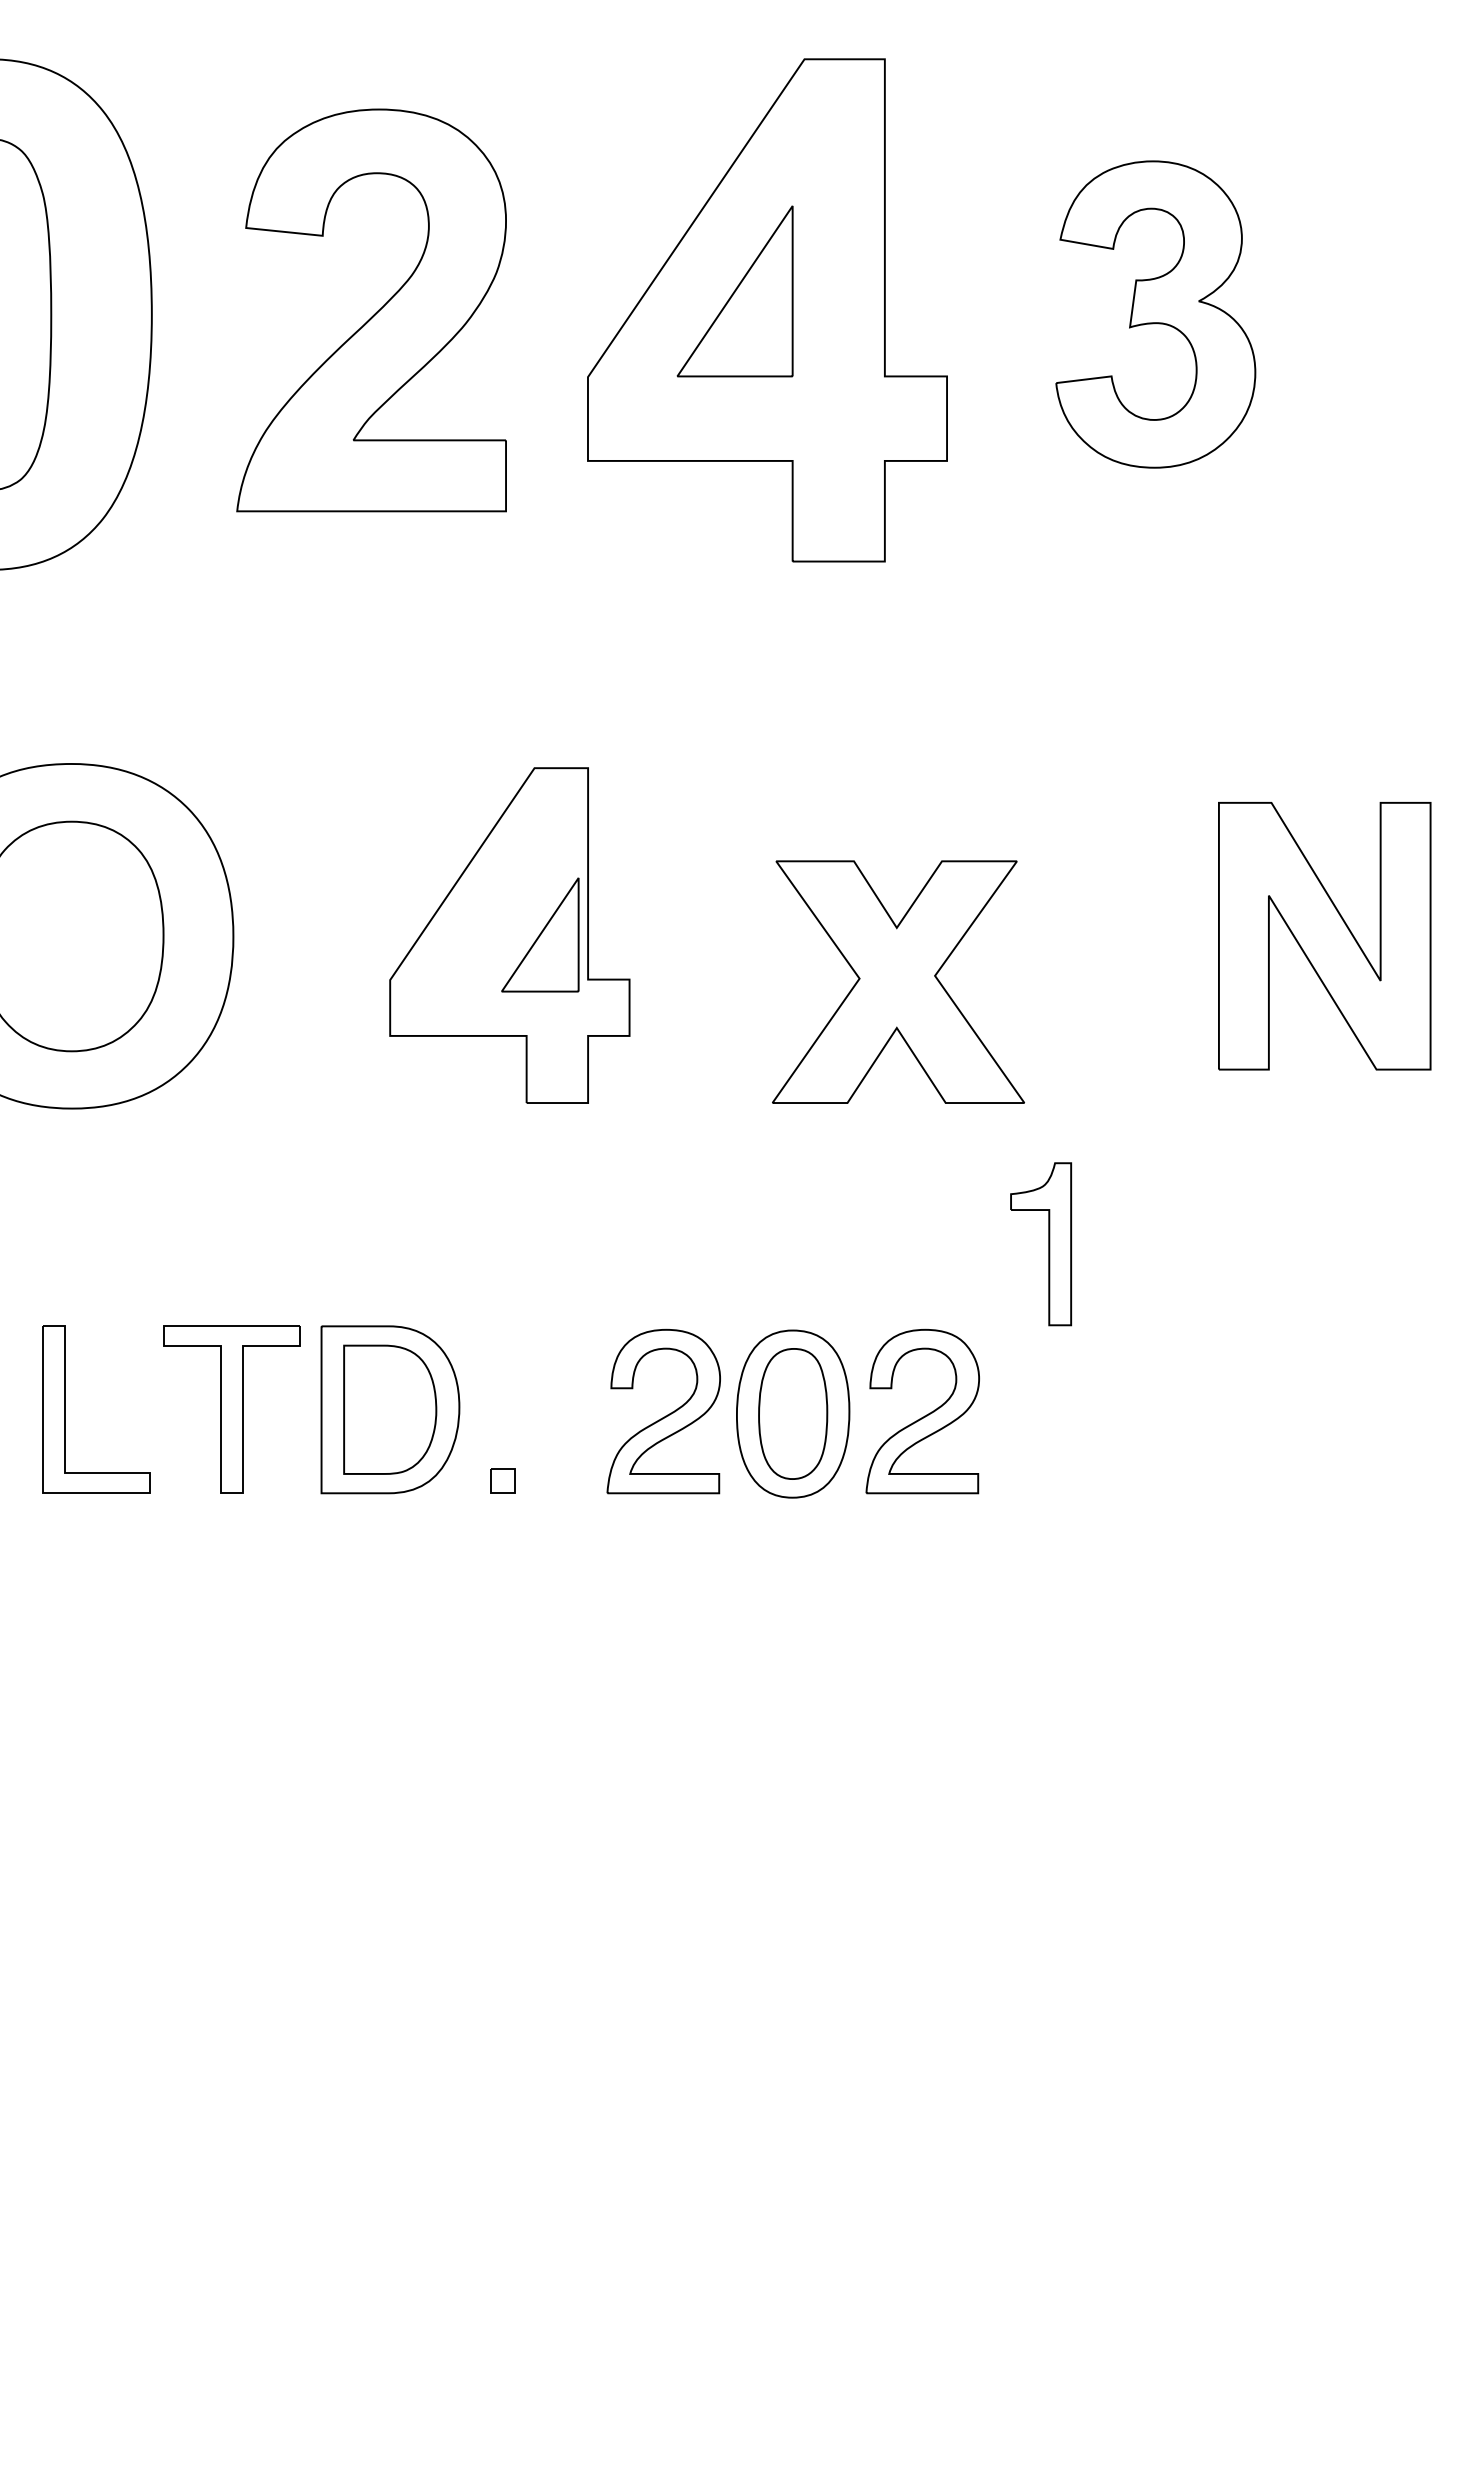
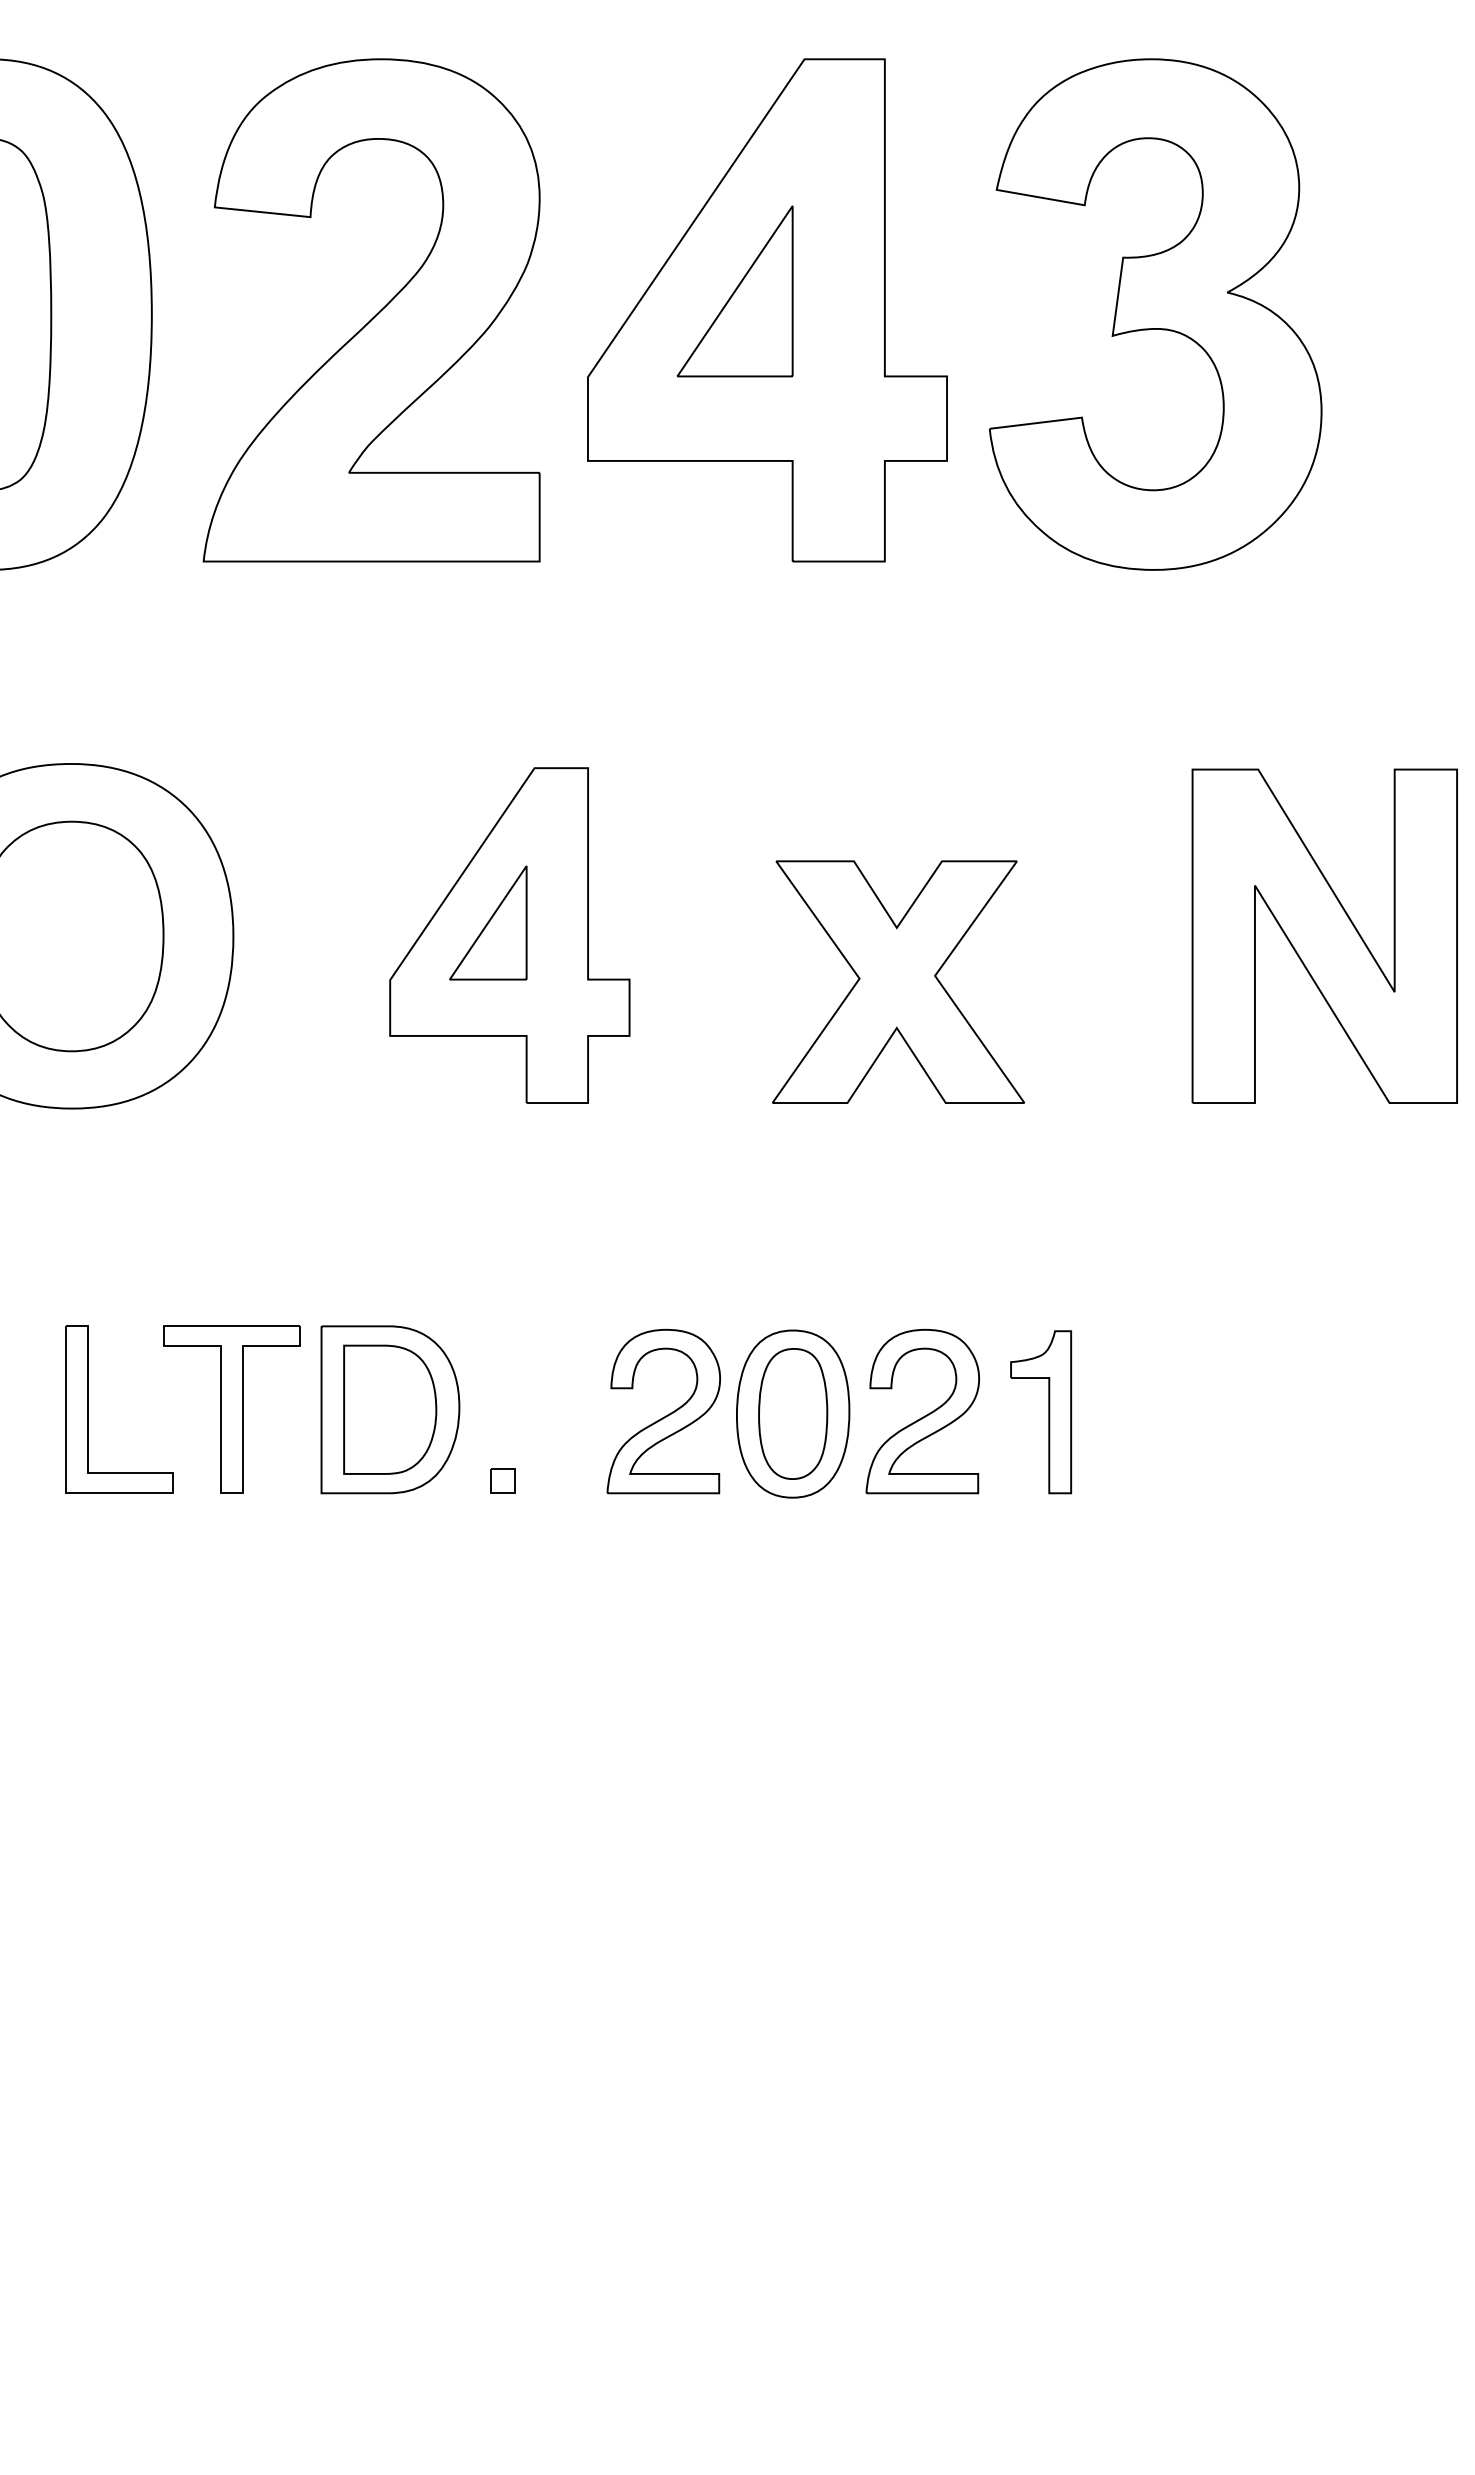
part at (371, 310) size: 271x405 px -> 339x505 px
part at (1155, 314) size: 202x309 px -> 334x513 px
part at (540, 934) position: (540, 934) -> (488, 922)
part at (1324, 936) size: 214x269 px -> 267x336 px
part at (1048, 1244) position: (1048, 1244) -> (1048, 1412)
part at (65, 1409) position: (65, 1409) -> (88, 1409)
